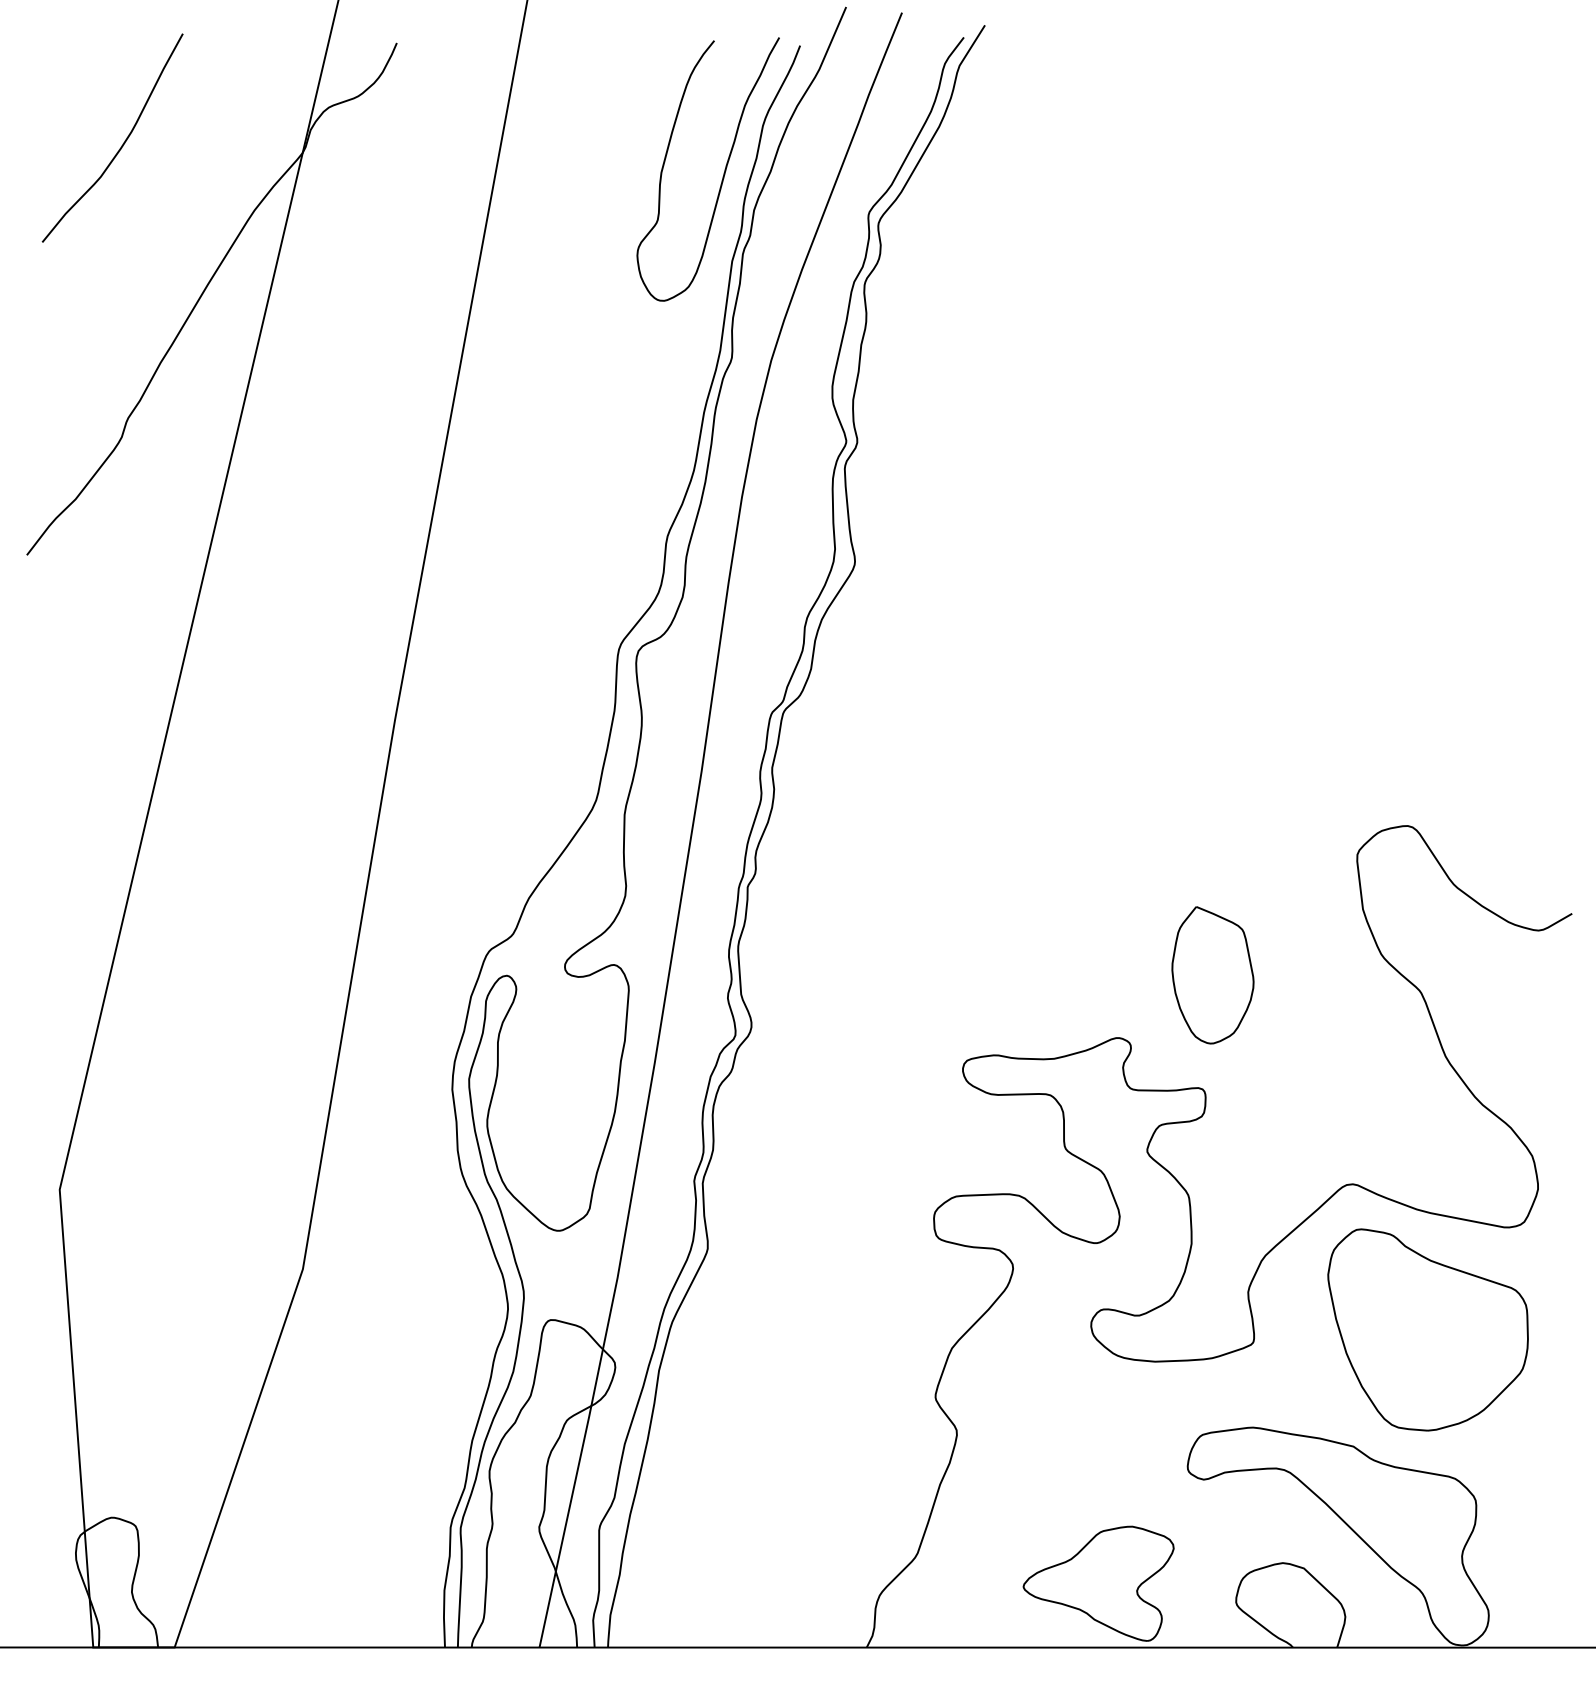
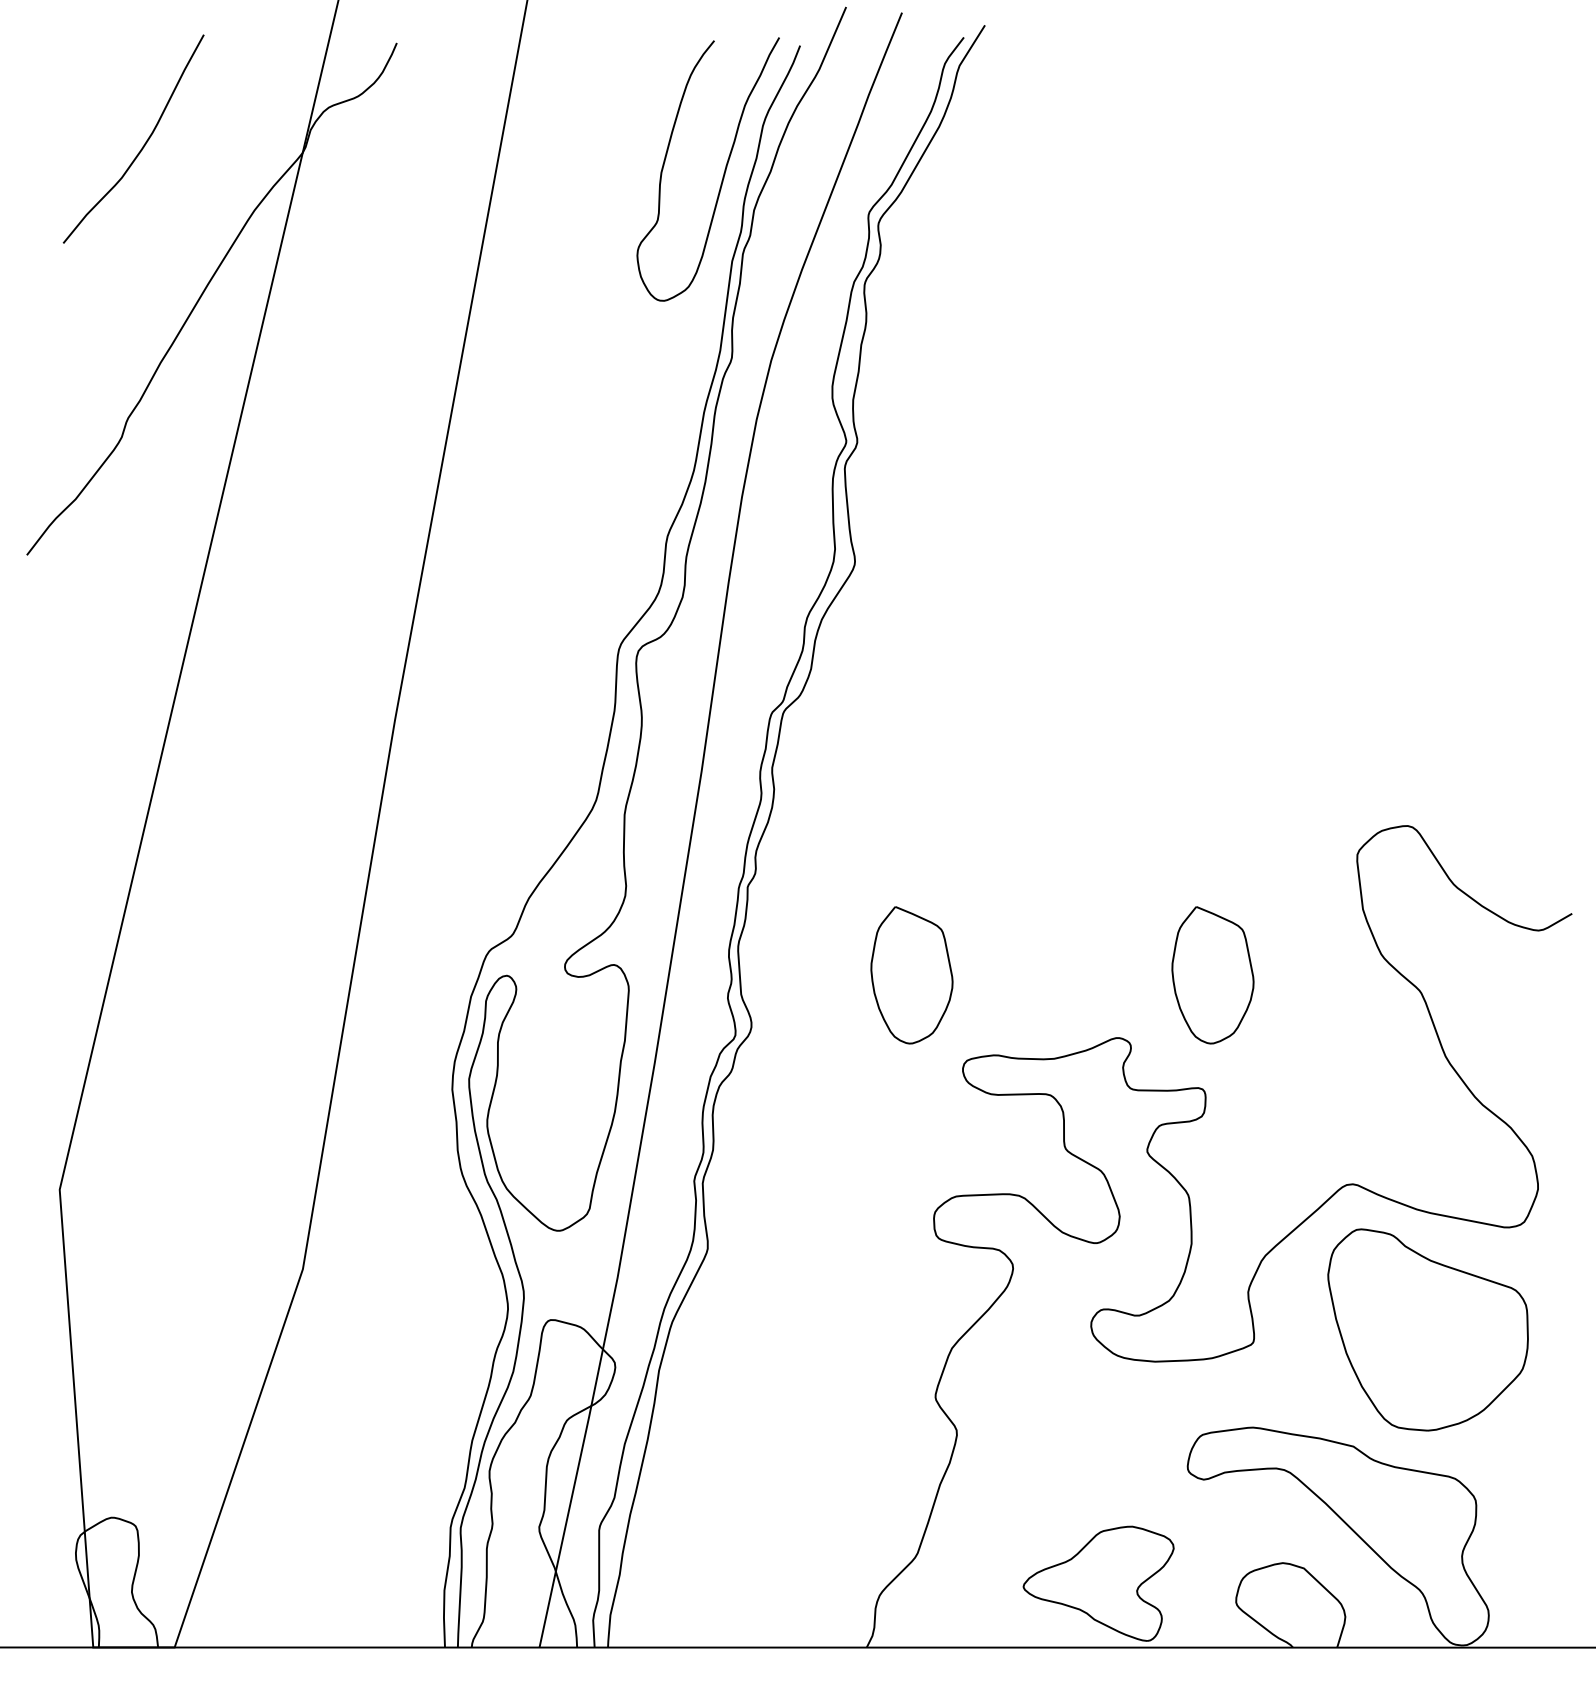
curve at (121, 145) position: (121, 145) -> (142, 146)
part at (911, 975): none -> present
